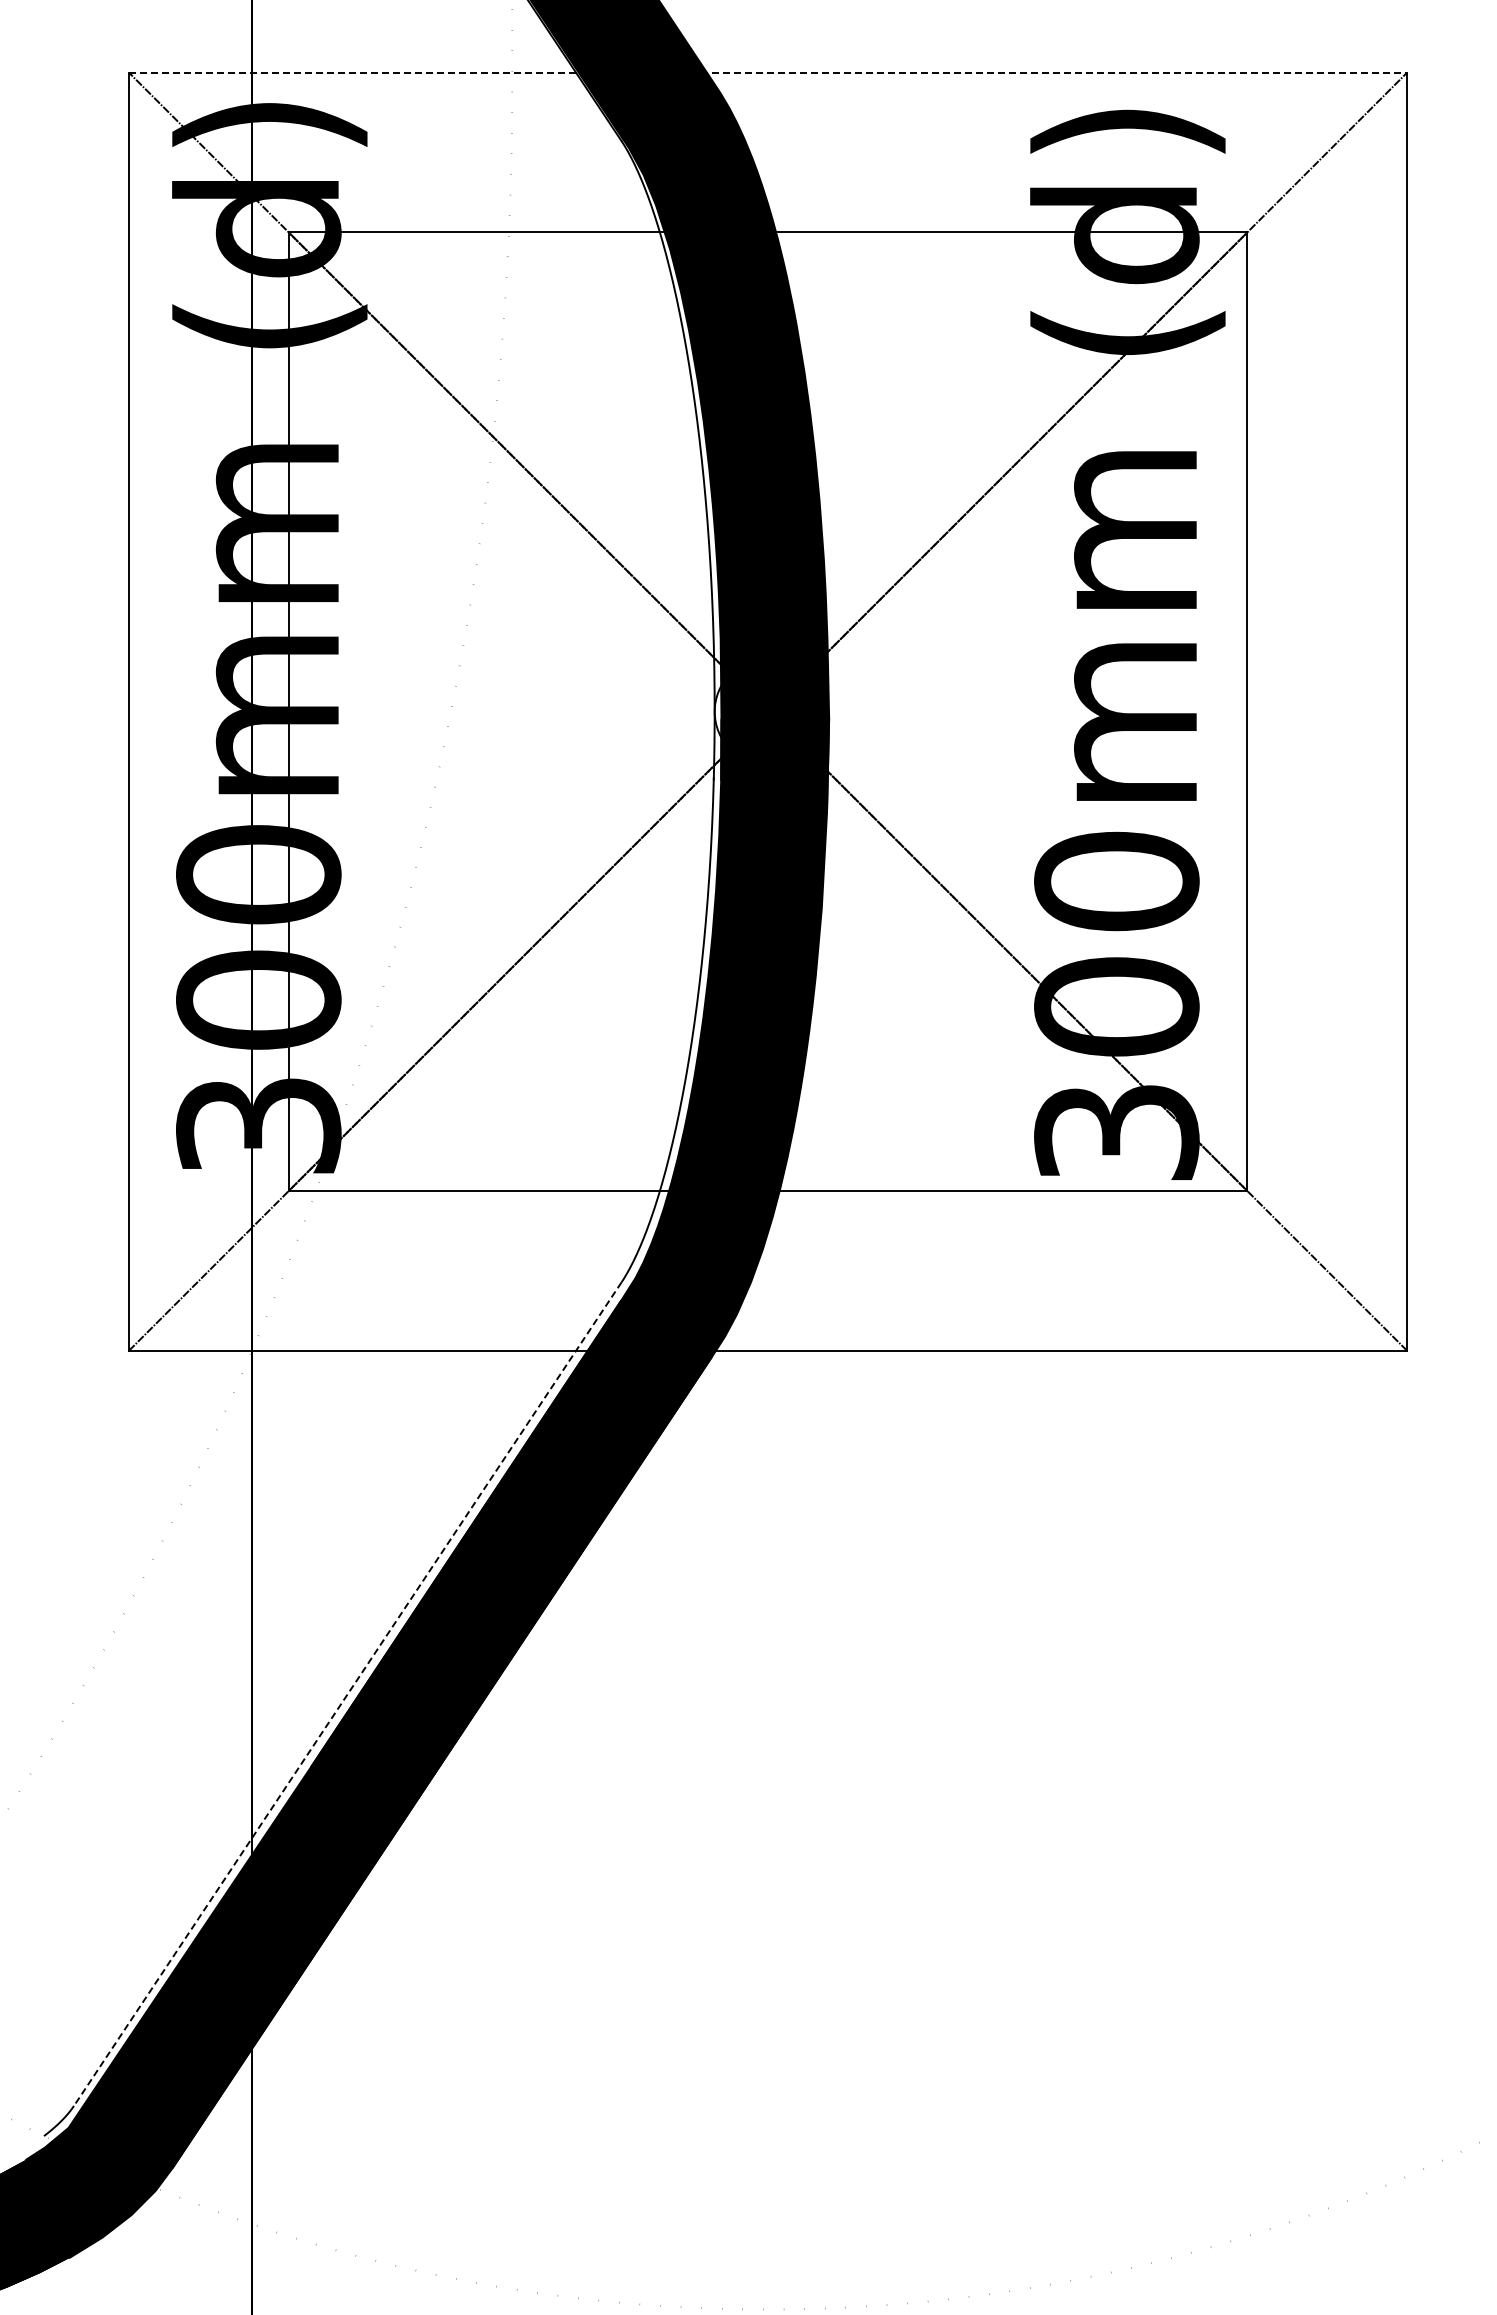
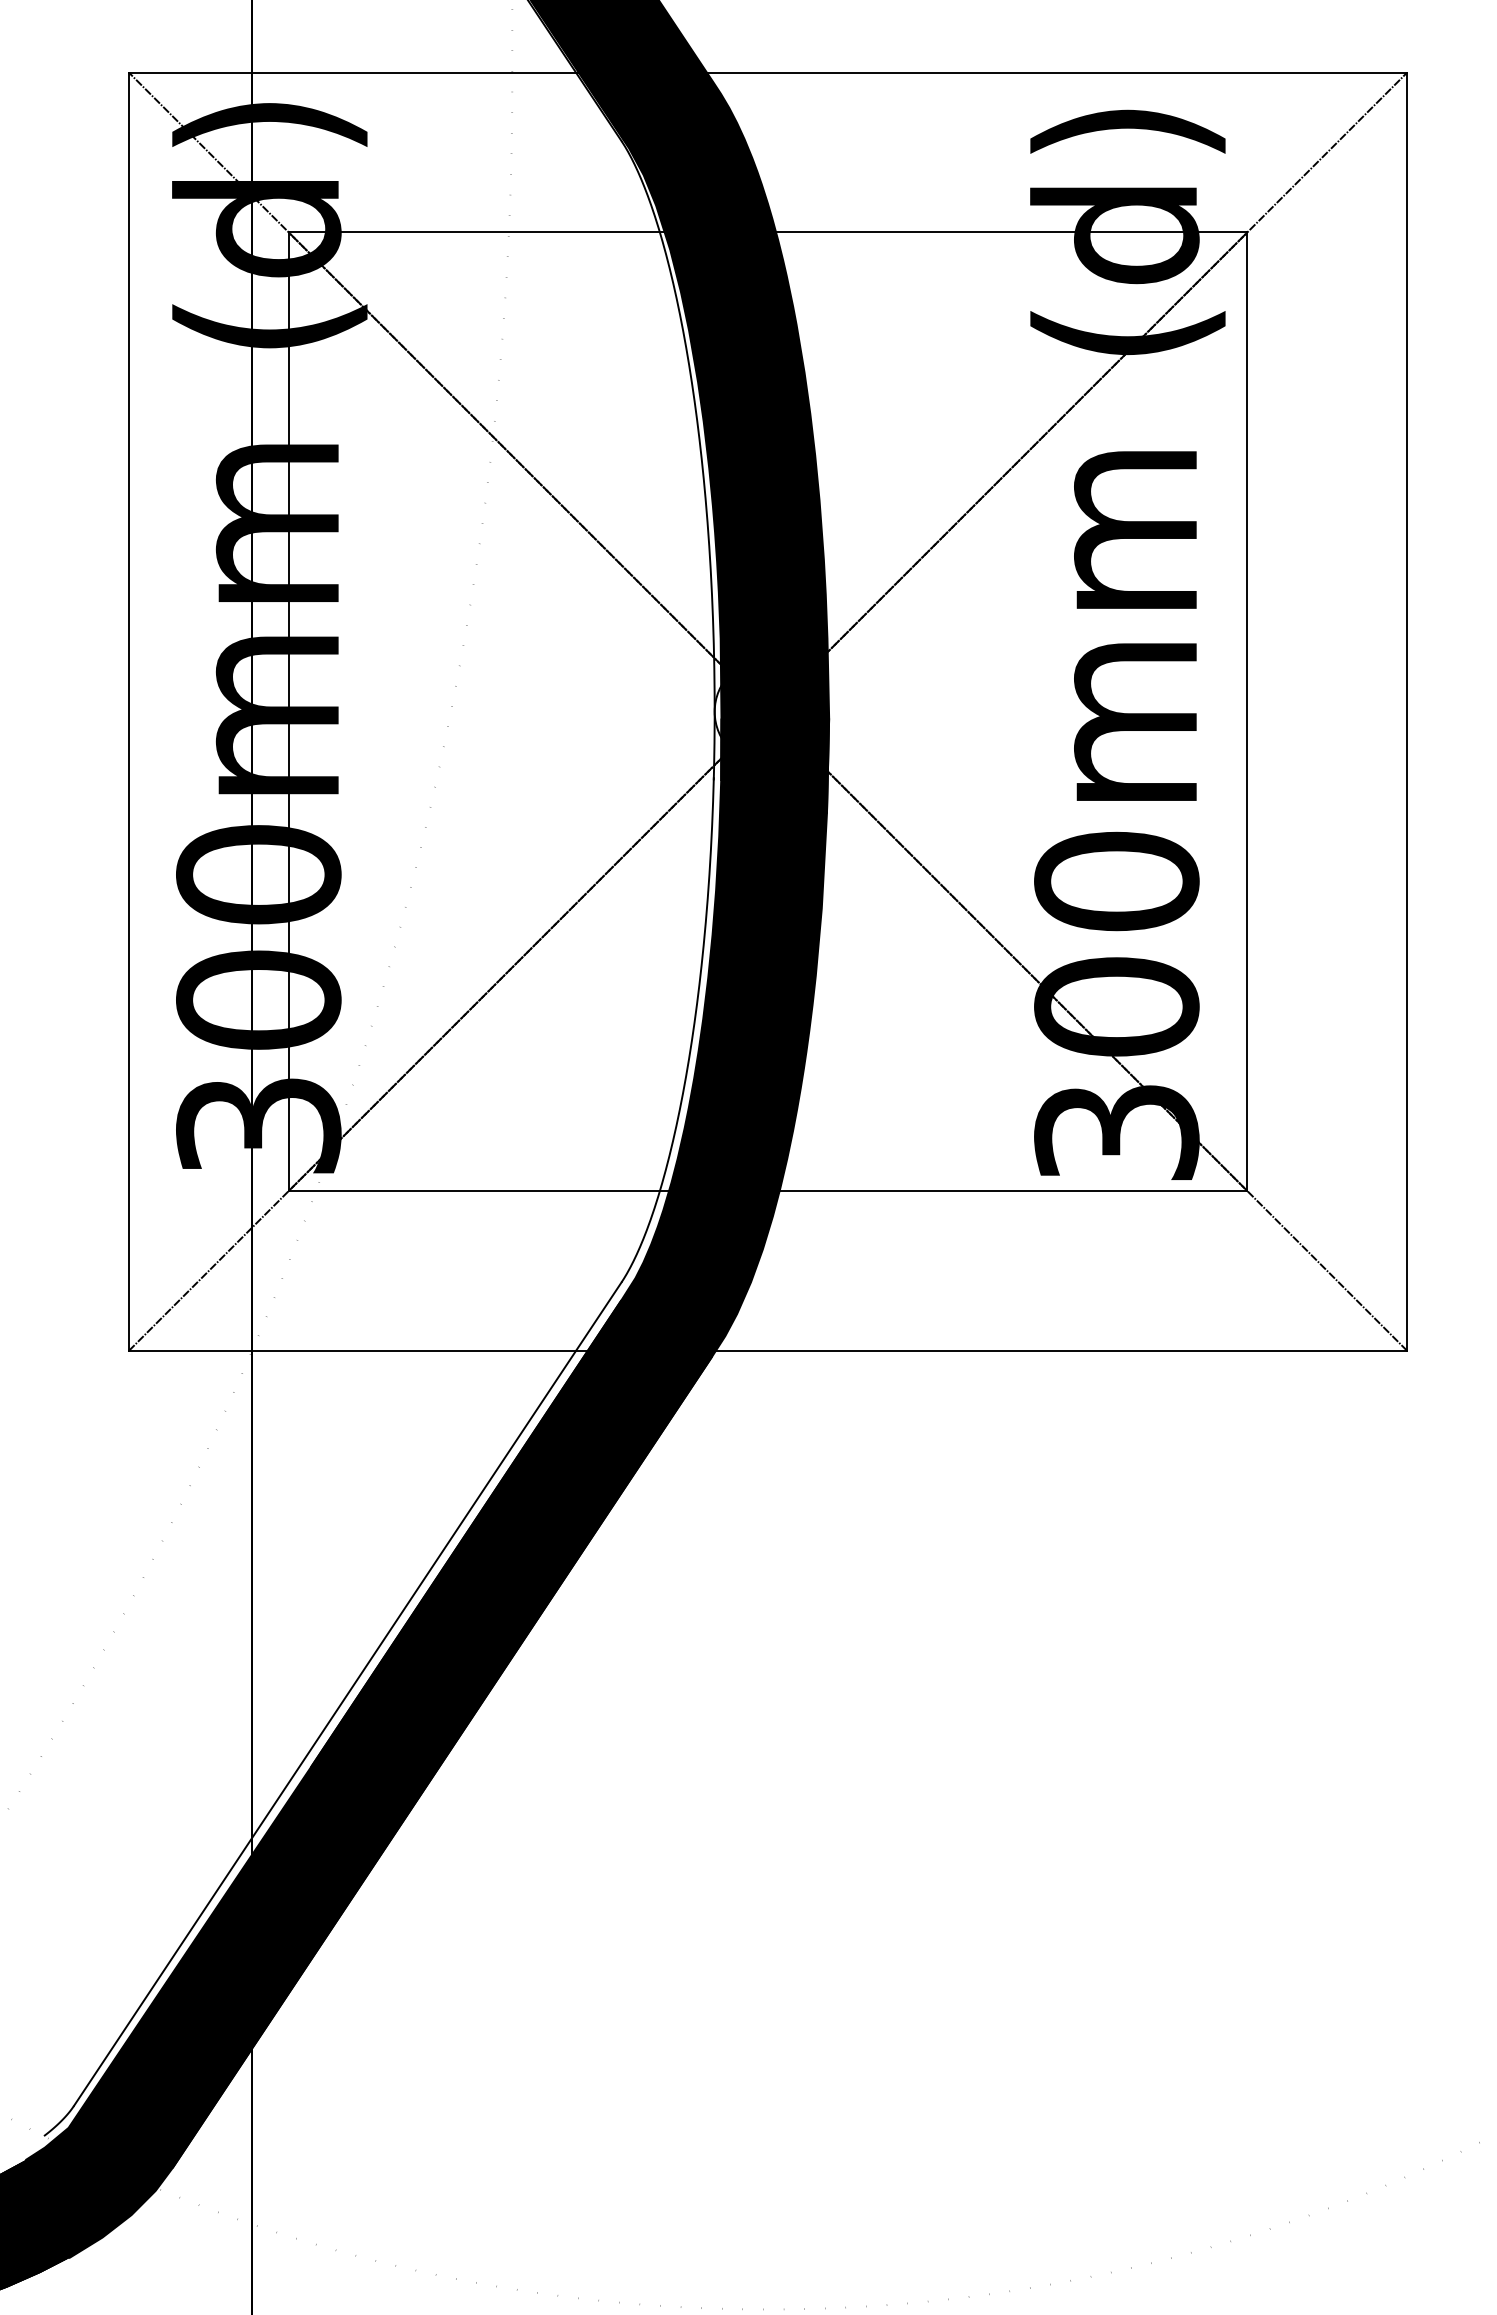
line at (768, 72): dashed -> solid
line at (347, 1694): dashed -> solid
